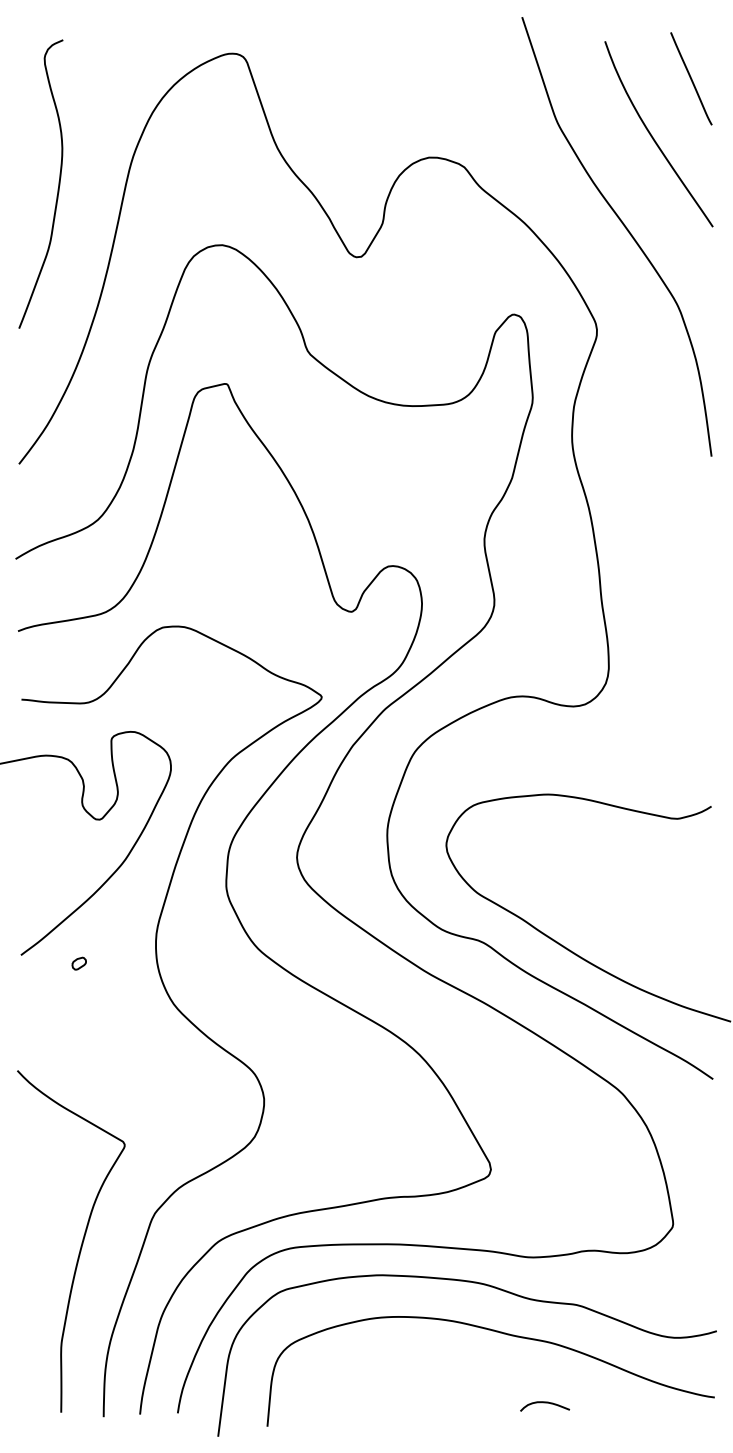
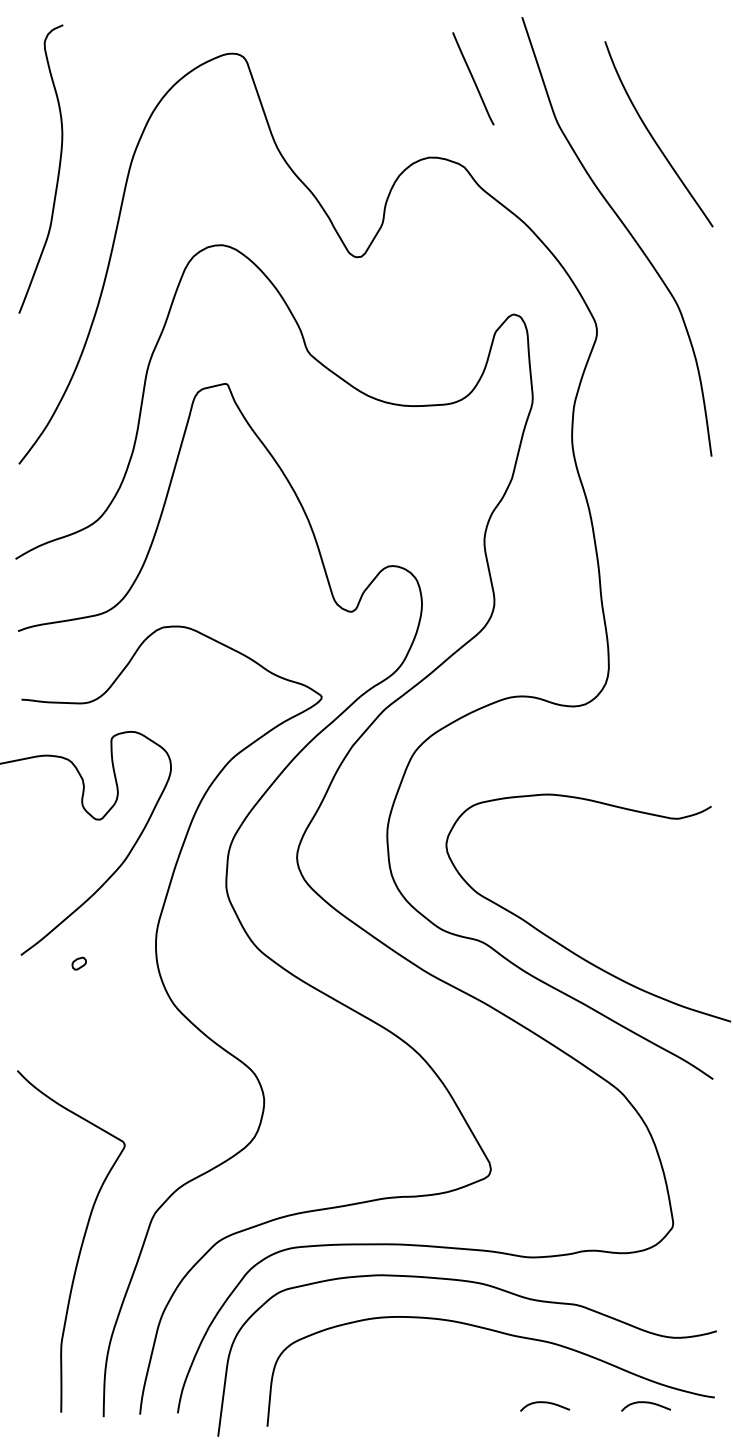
line at (691, 78) position: (691, 78) -> (473, 78)
curve at (57, 188) position: (57, 188) -> (57, 173)
curve at (646, 1403): none -> present
